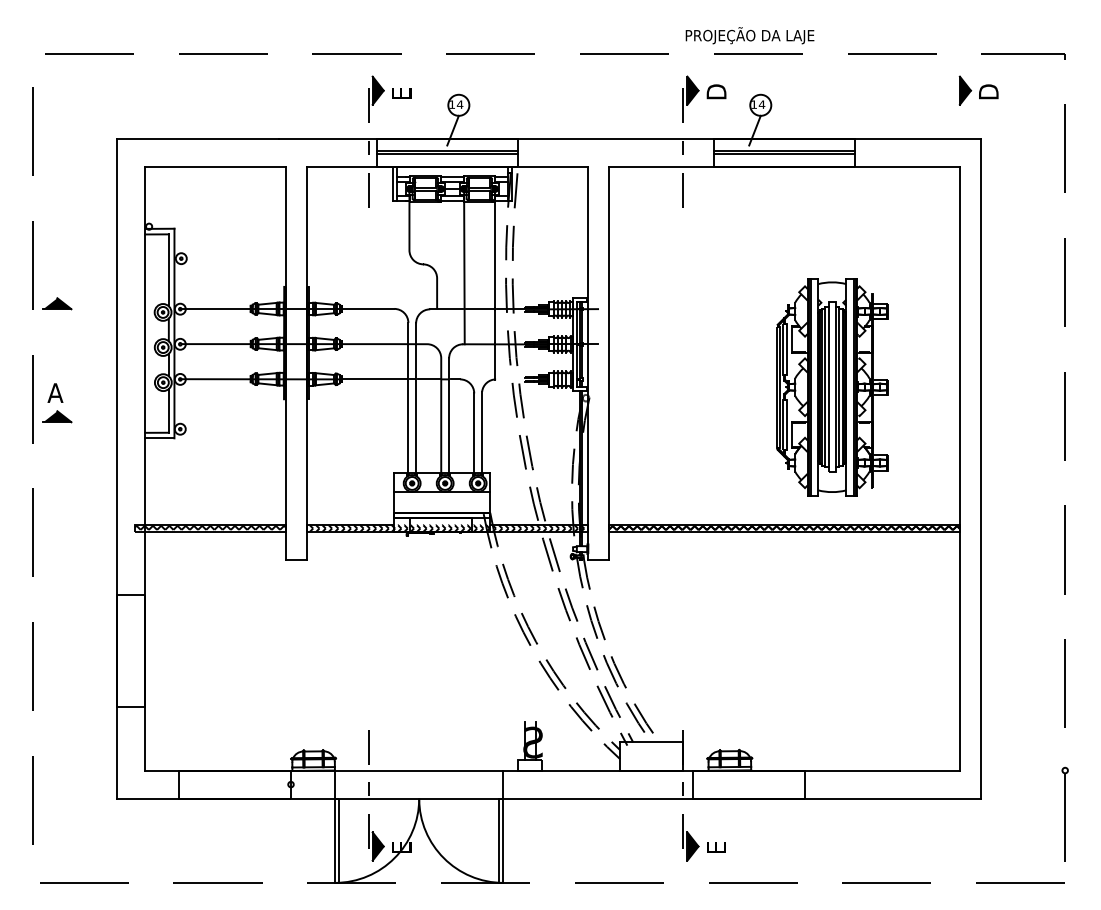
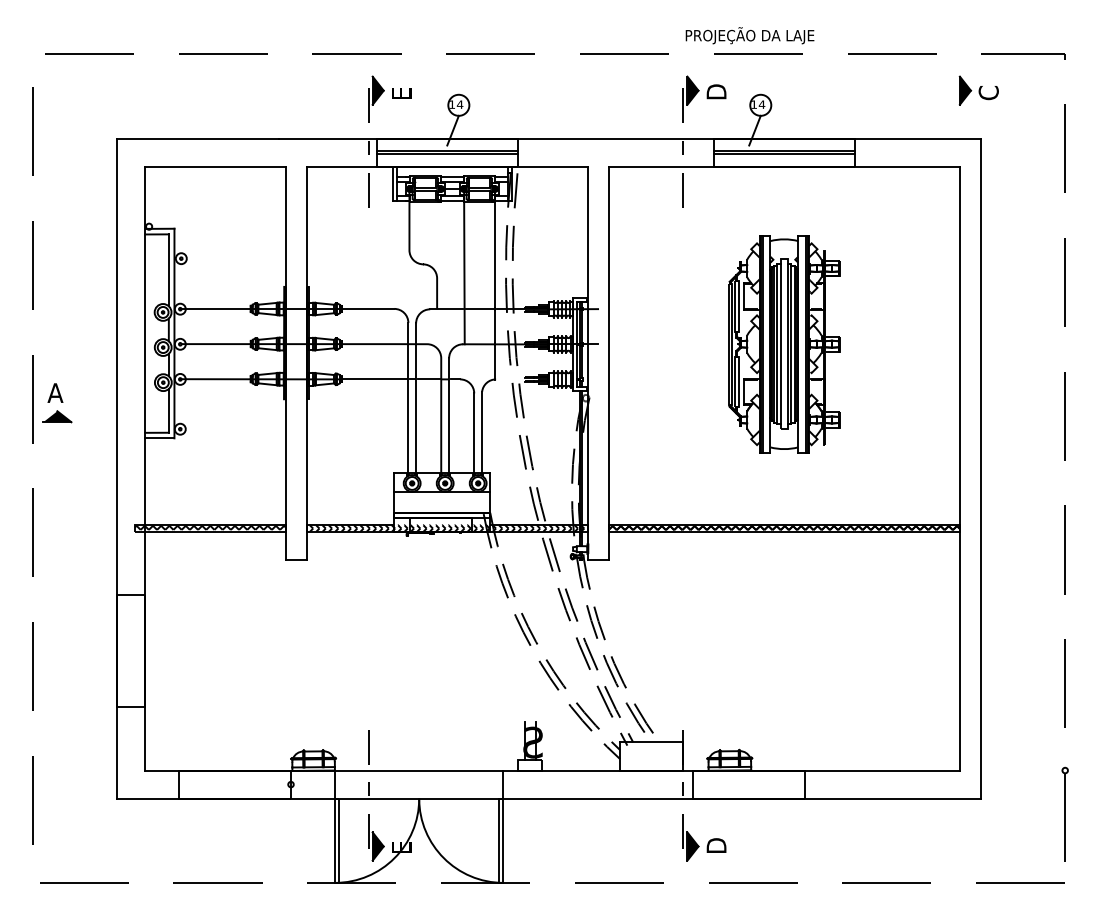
text at (988, 92): D -> C
part at (57, 303): present -> none
part at (832, 387) position: (832, 387) -> (784, 344)
text at (716, 845): E -> D
